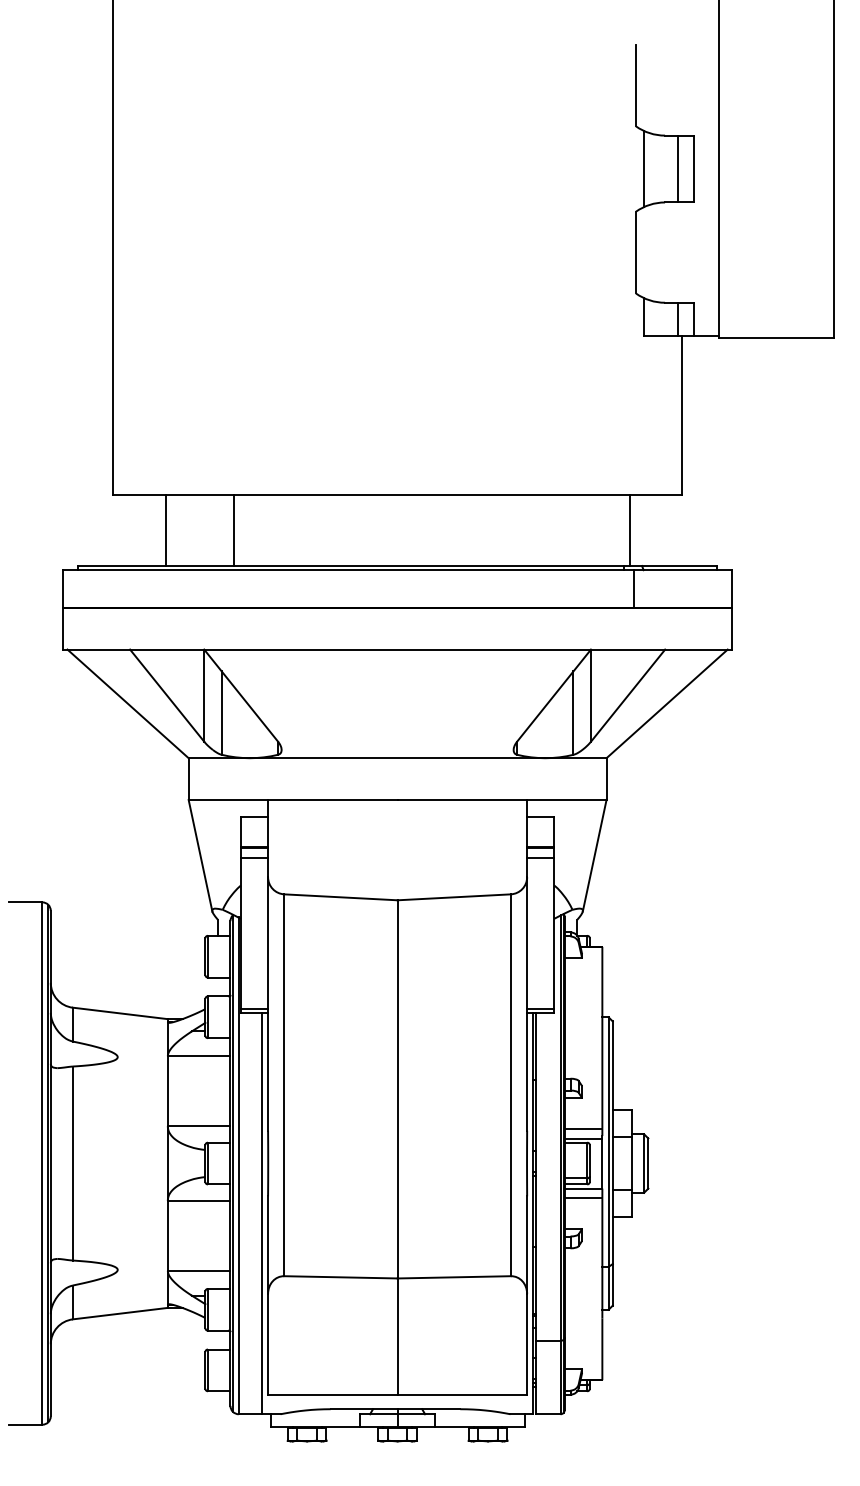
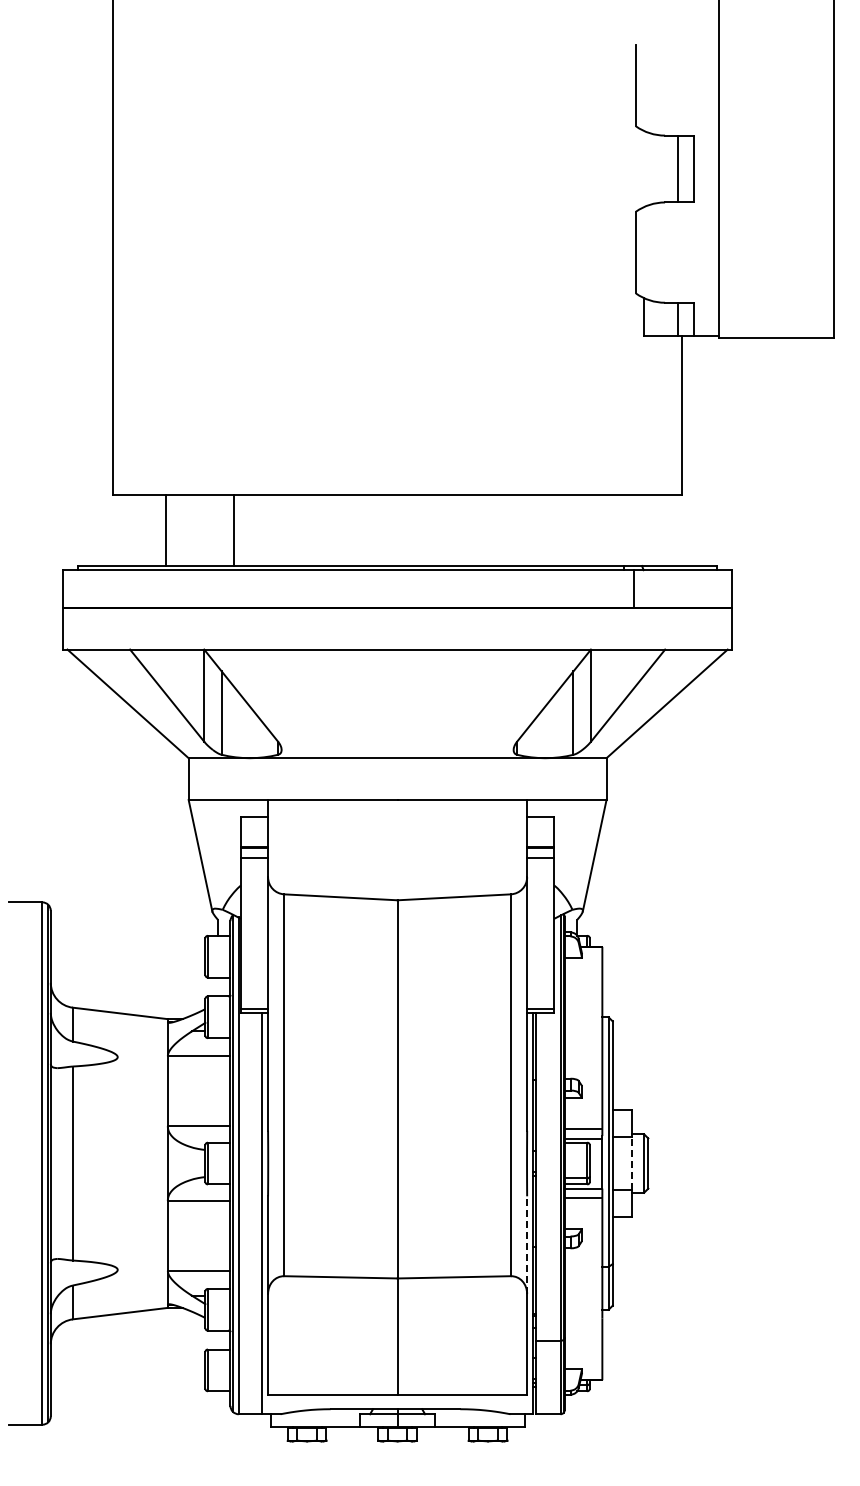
line at (643, 168): present -> none
line at (629, 530): present -> none
line at (631, 1163): solid -> dashed
line at (527, 1245): solid -> dashed
